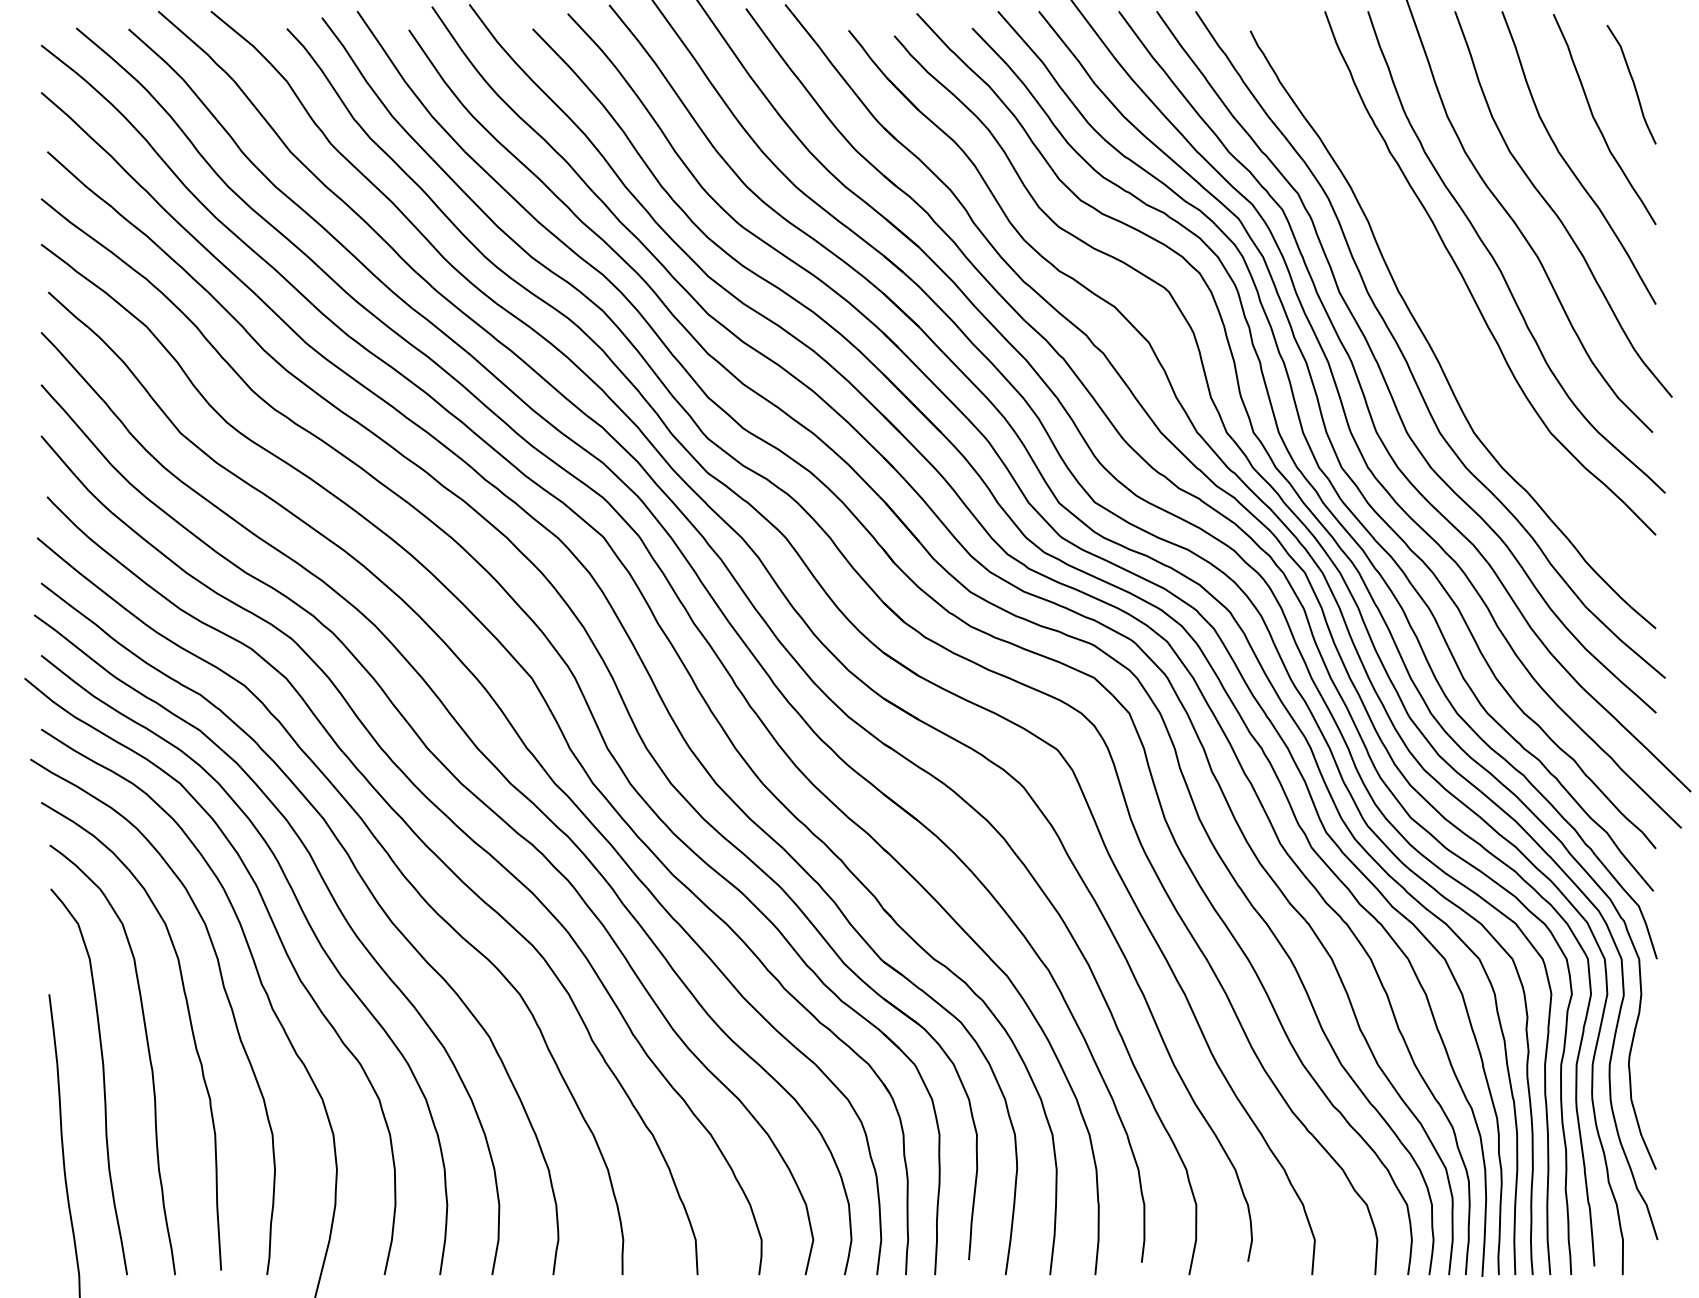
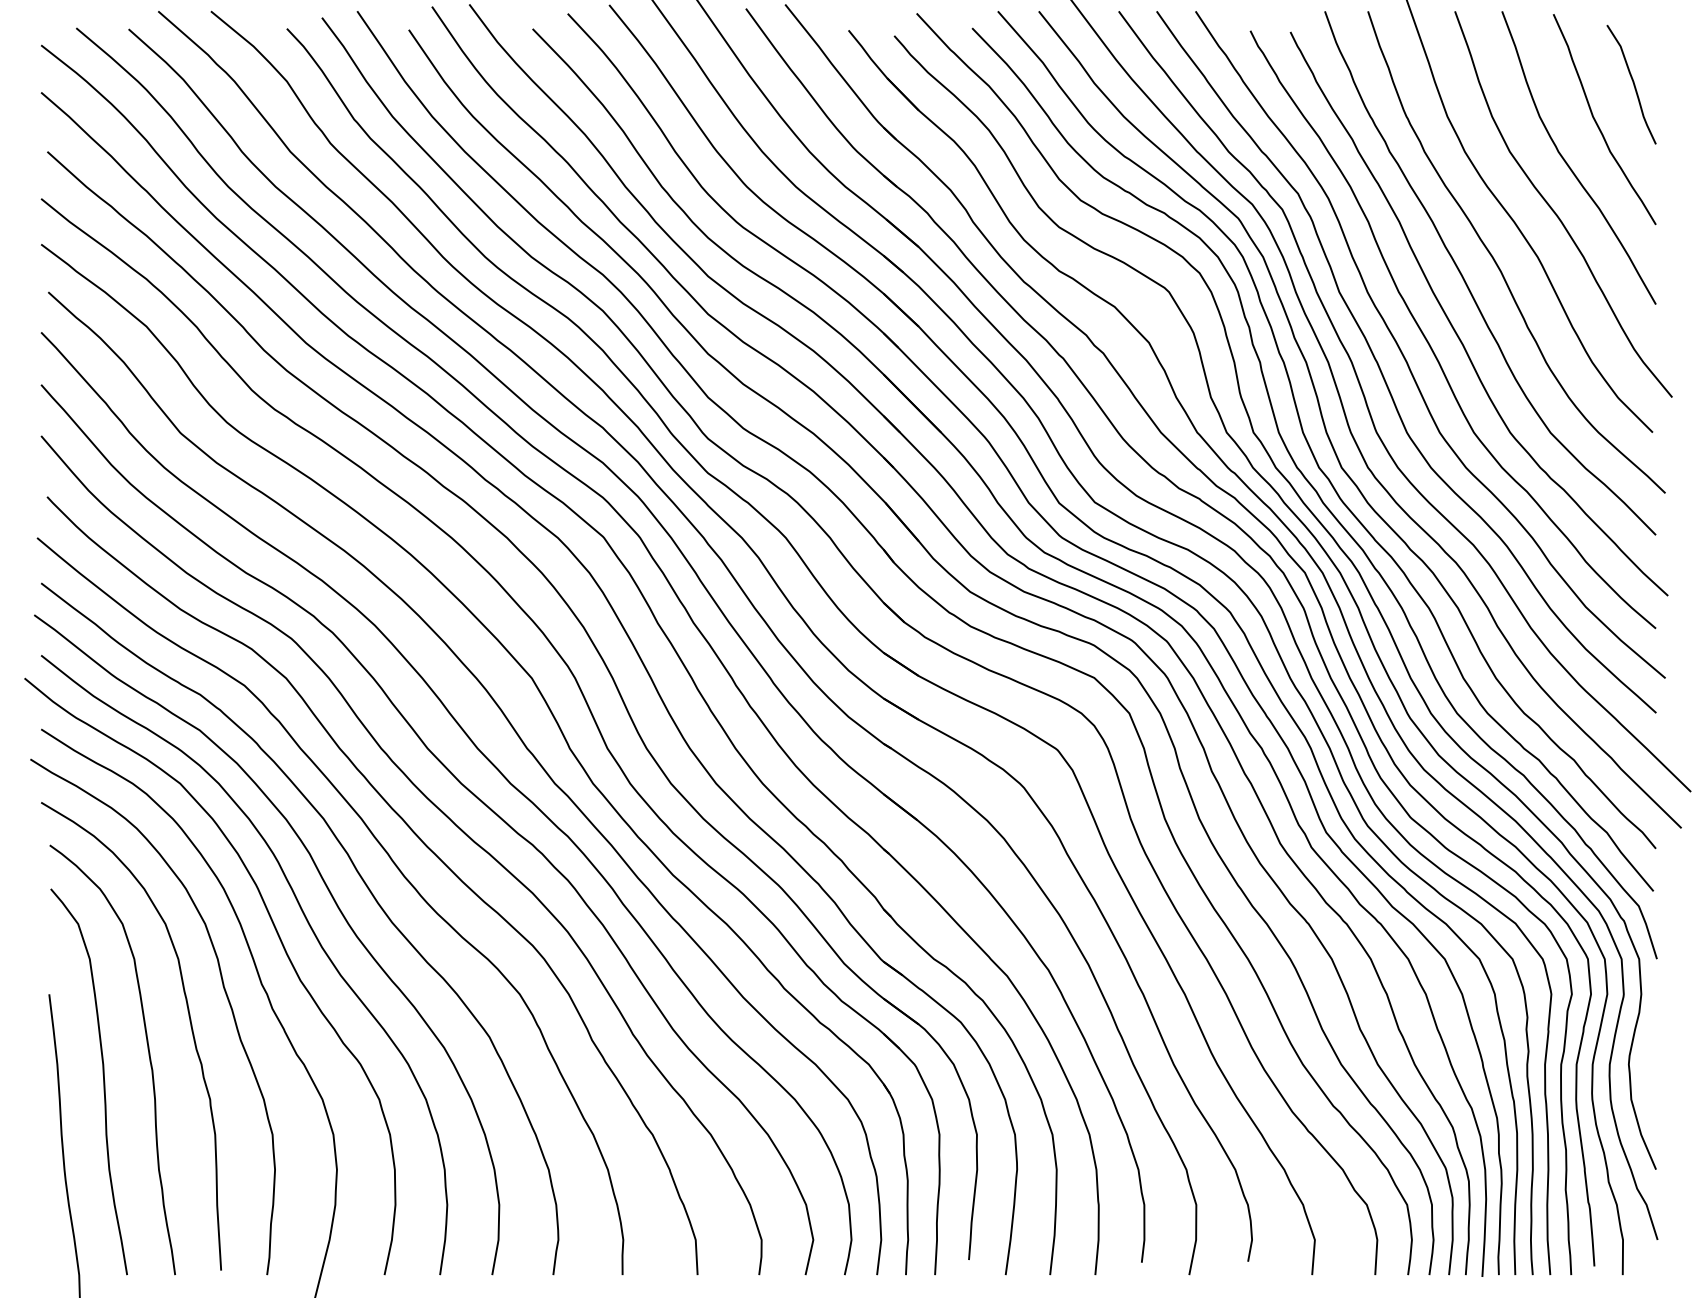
curve at (1455, 329): none -> present
